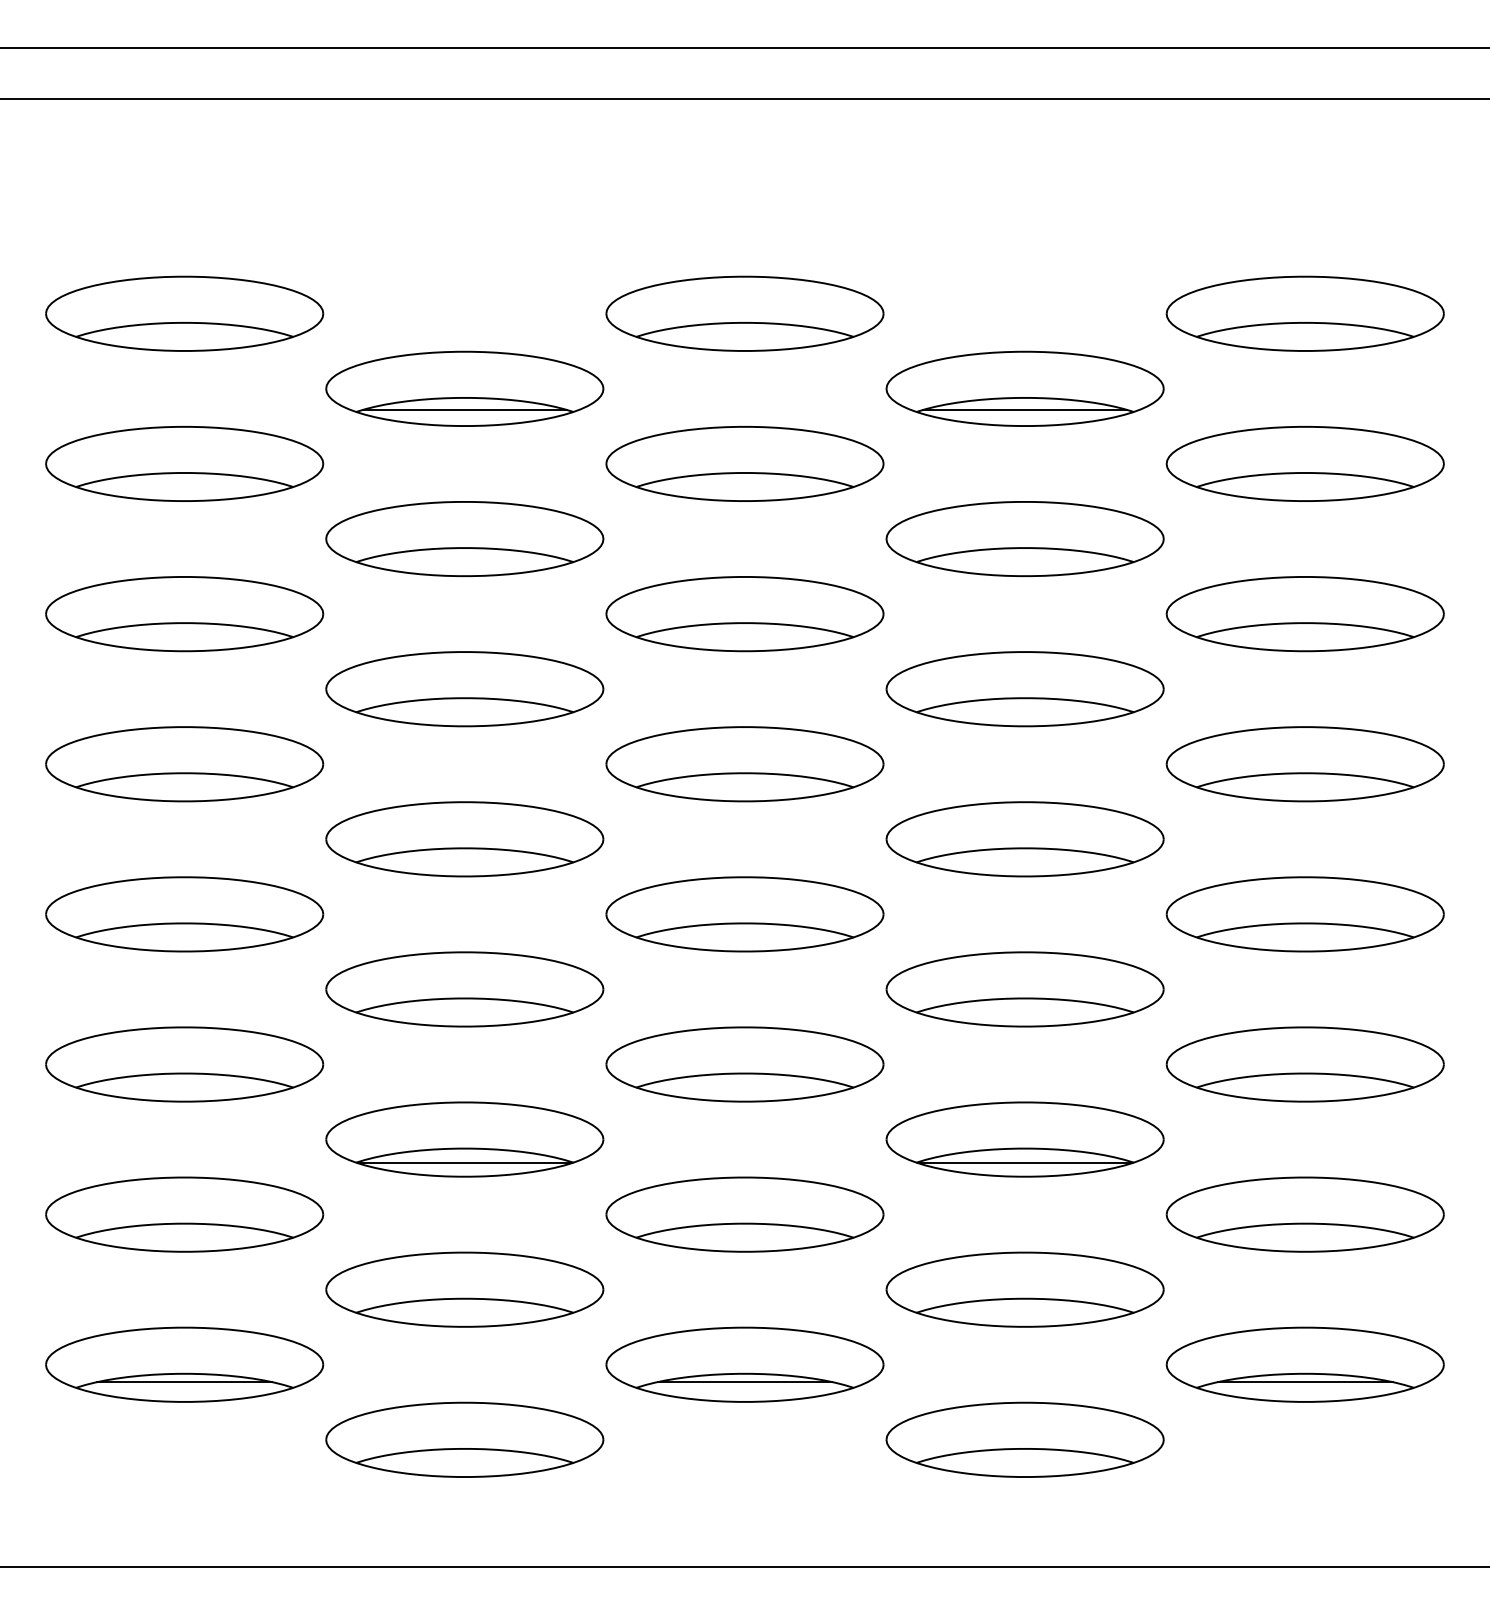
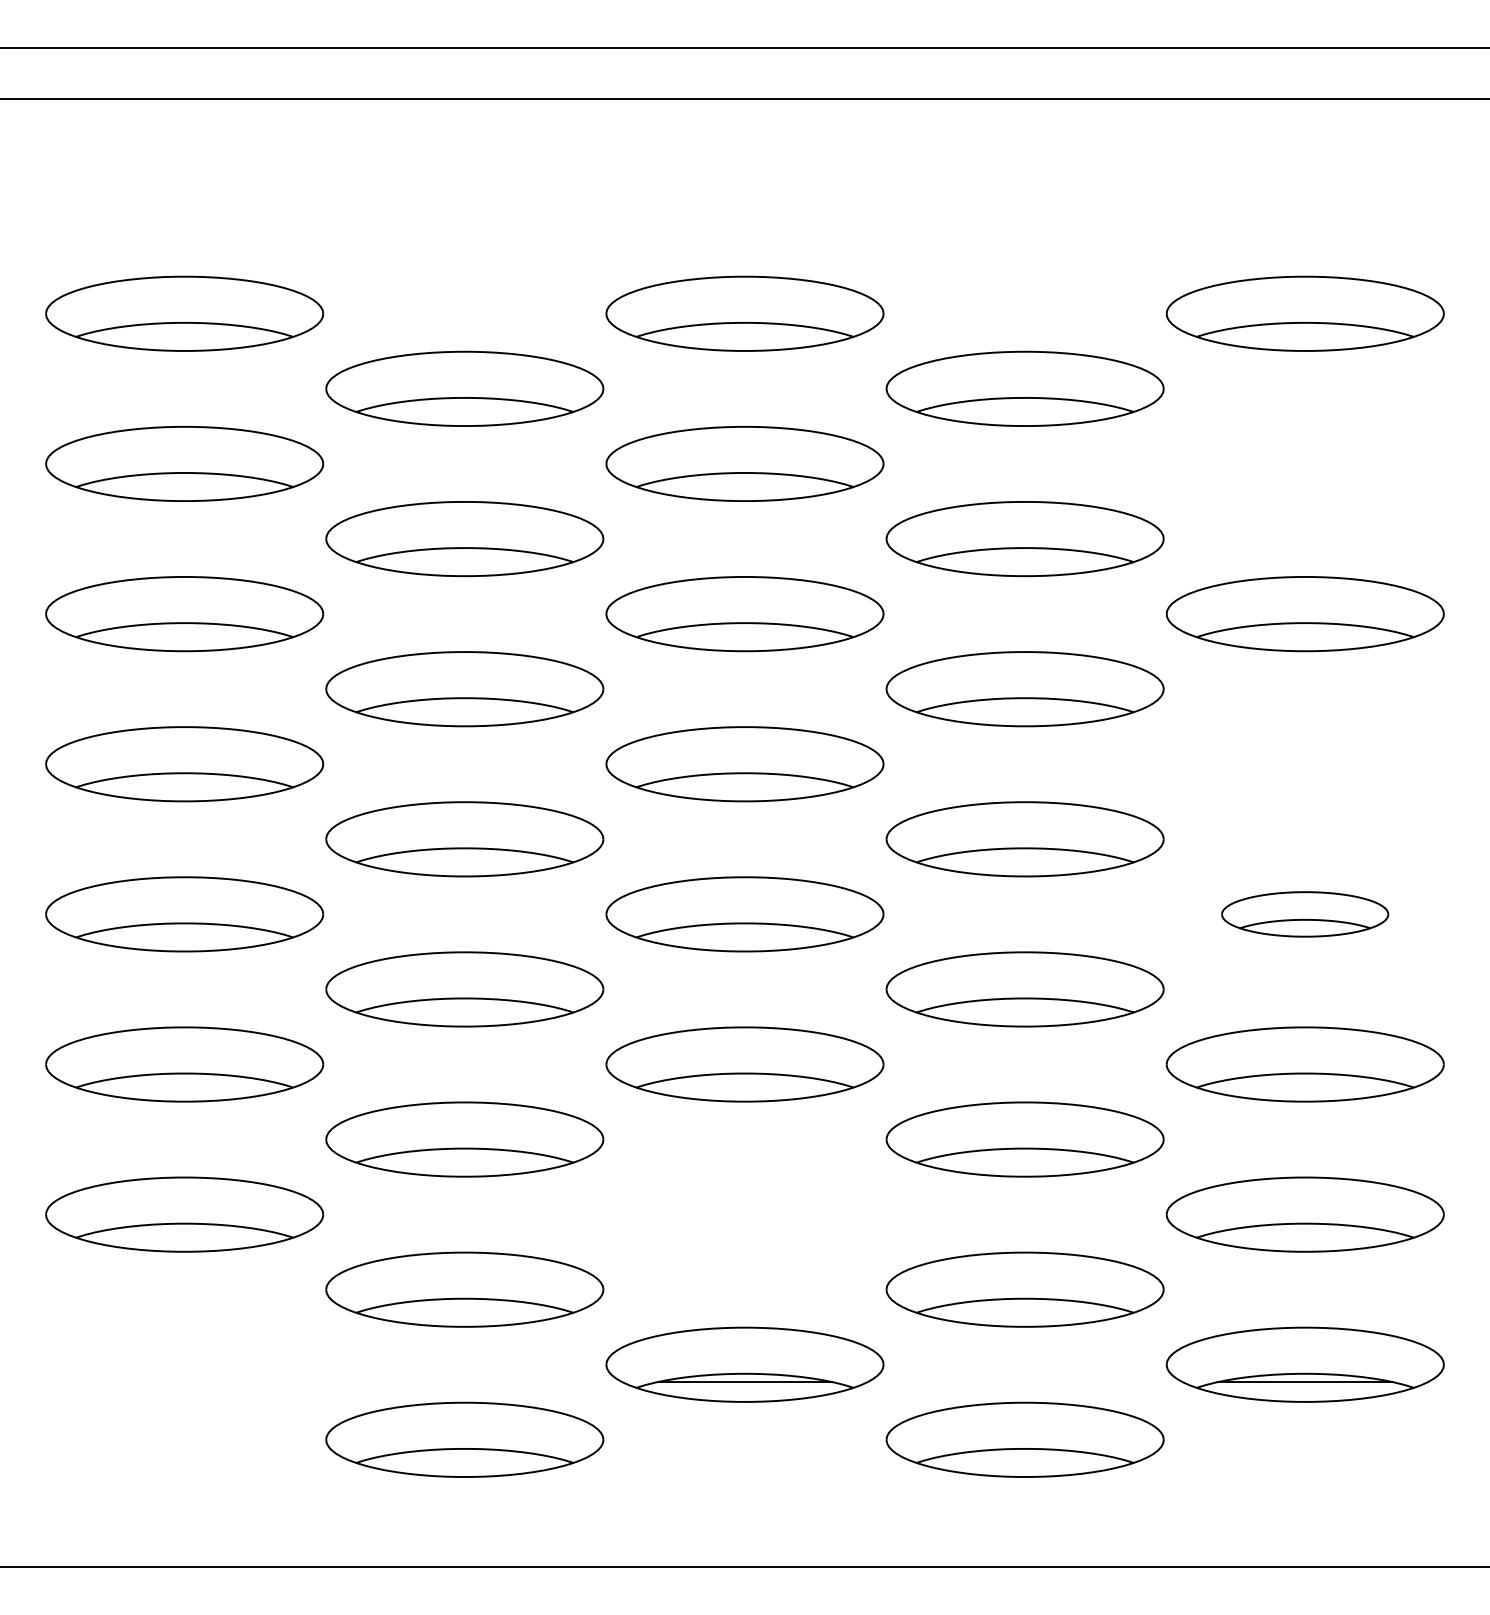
line at (464, 409): present -> none
line at (1025, 409): present -> none
part at (1304, 463): present -> none
part at (1304, 764): present -> none
part at (1304, 914) size: 280x77 px -> 169x47 px
line at (464, 1163): present -> none
line at (1024, 1163): present -> none
part at (744, 1214): present -> none
part at (184, 1364): present -> none
